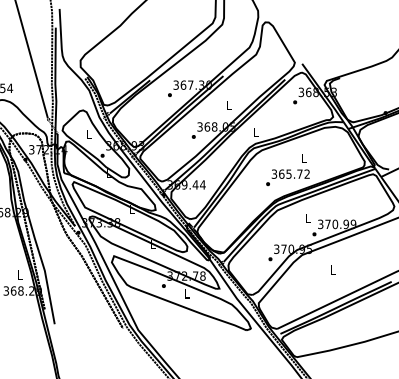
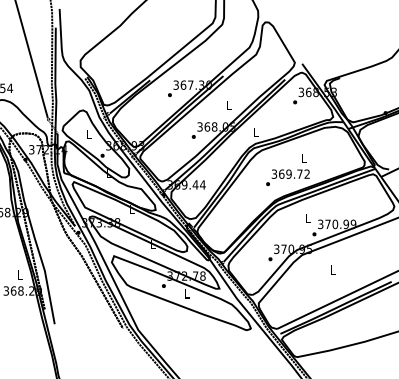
text at (288, 173): 365.72 -> 369.72
